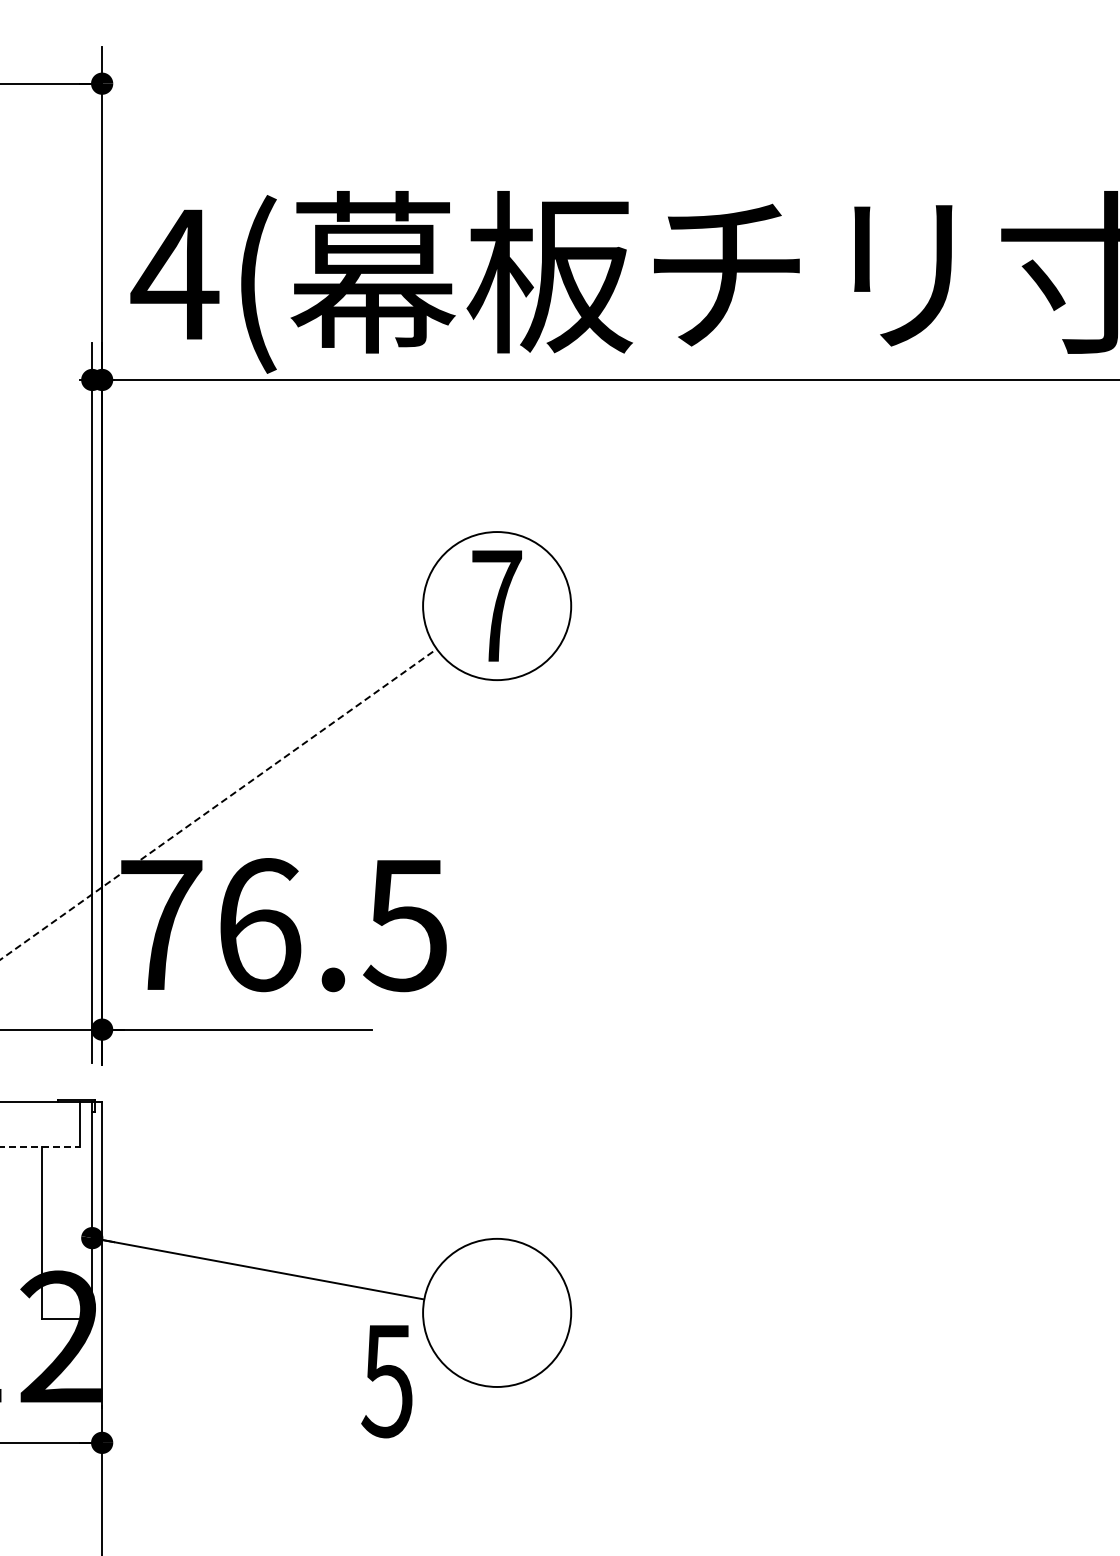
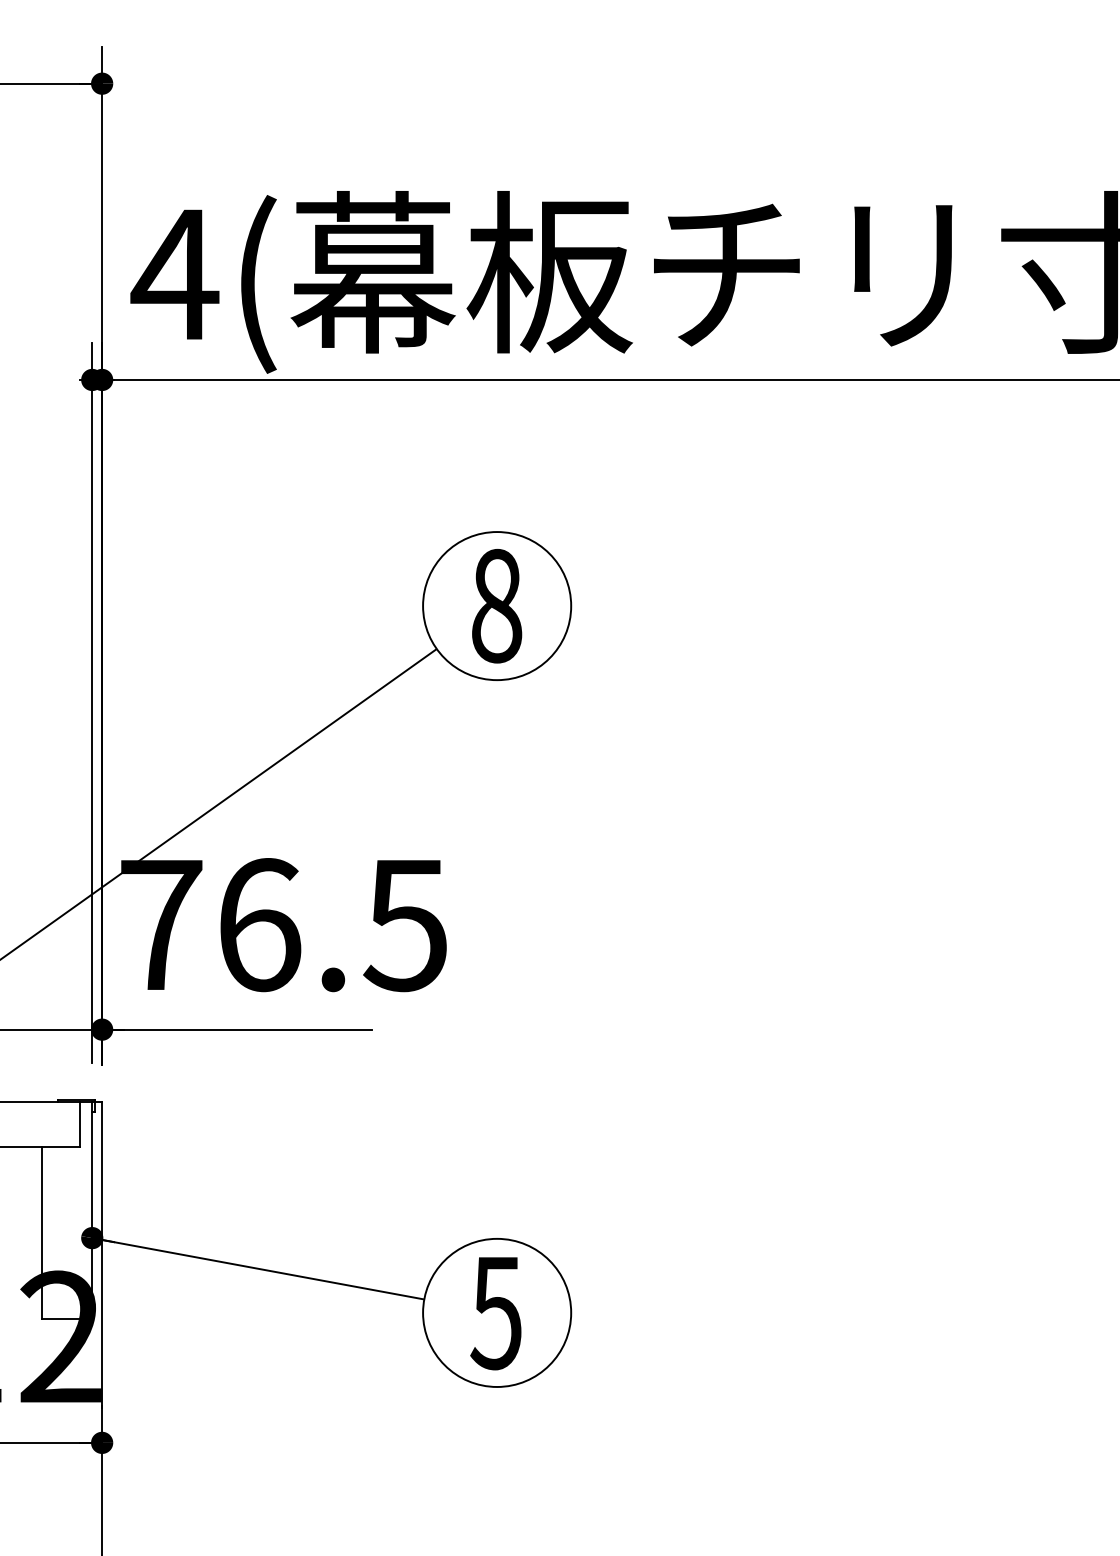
text at (497, 605): 7 -> 8
line at (218, 804): dashed -> solid
line at (40, 1146): dashed -> solid
text at (386, 1381) position: (386, 1381) -> (495, 1313)
